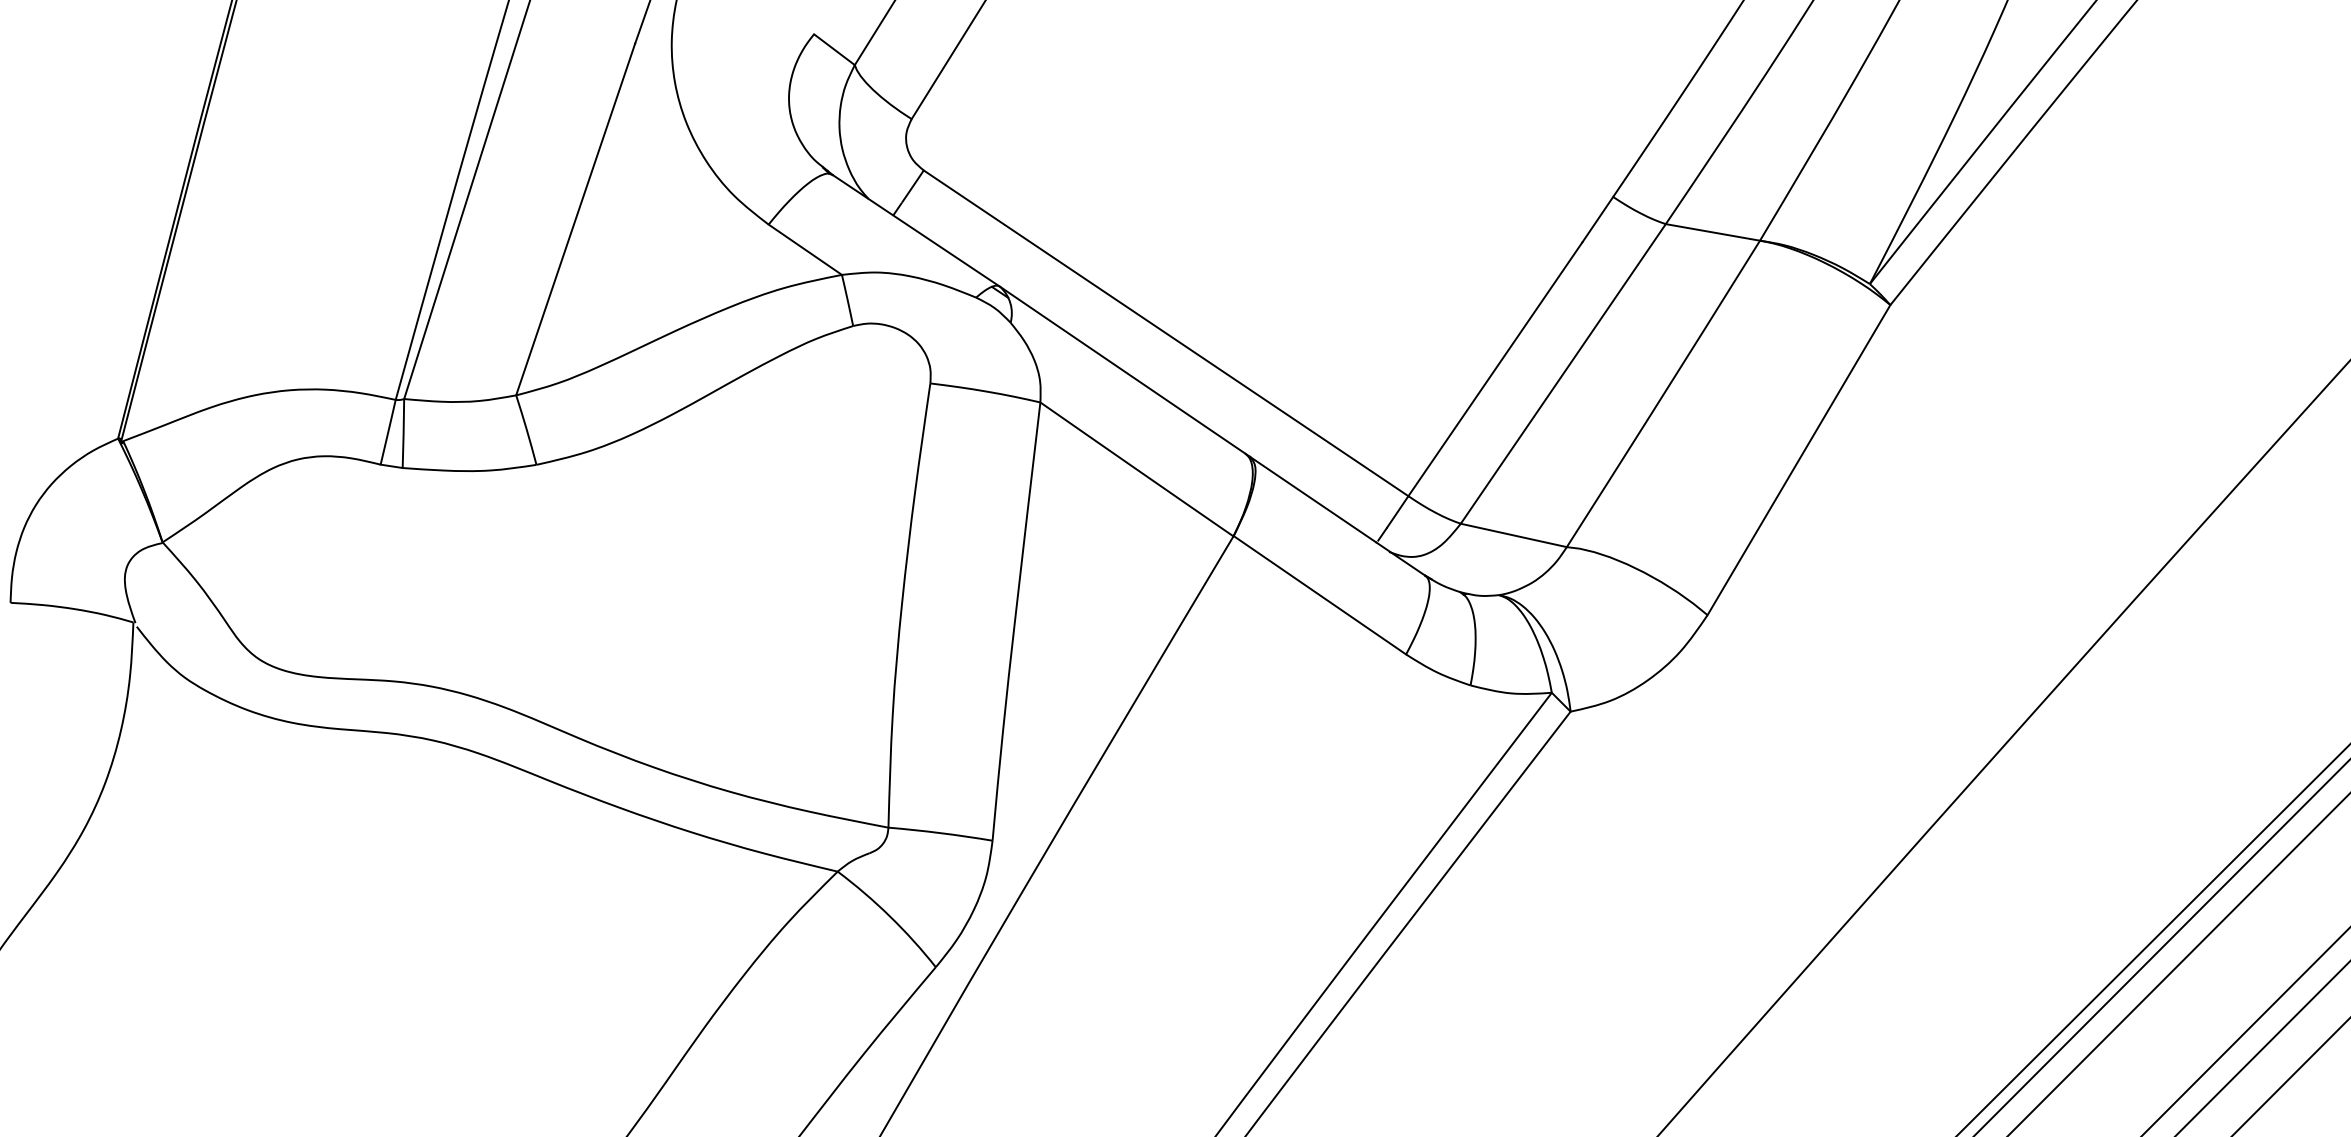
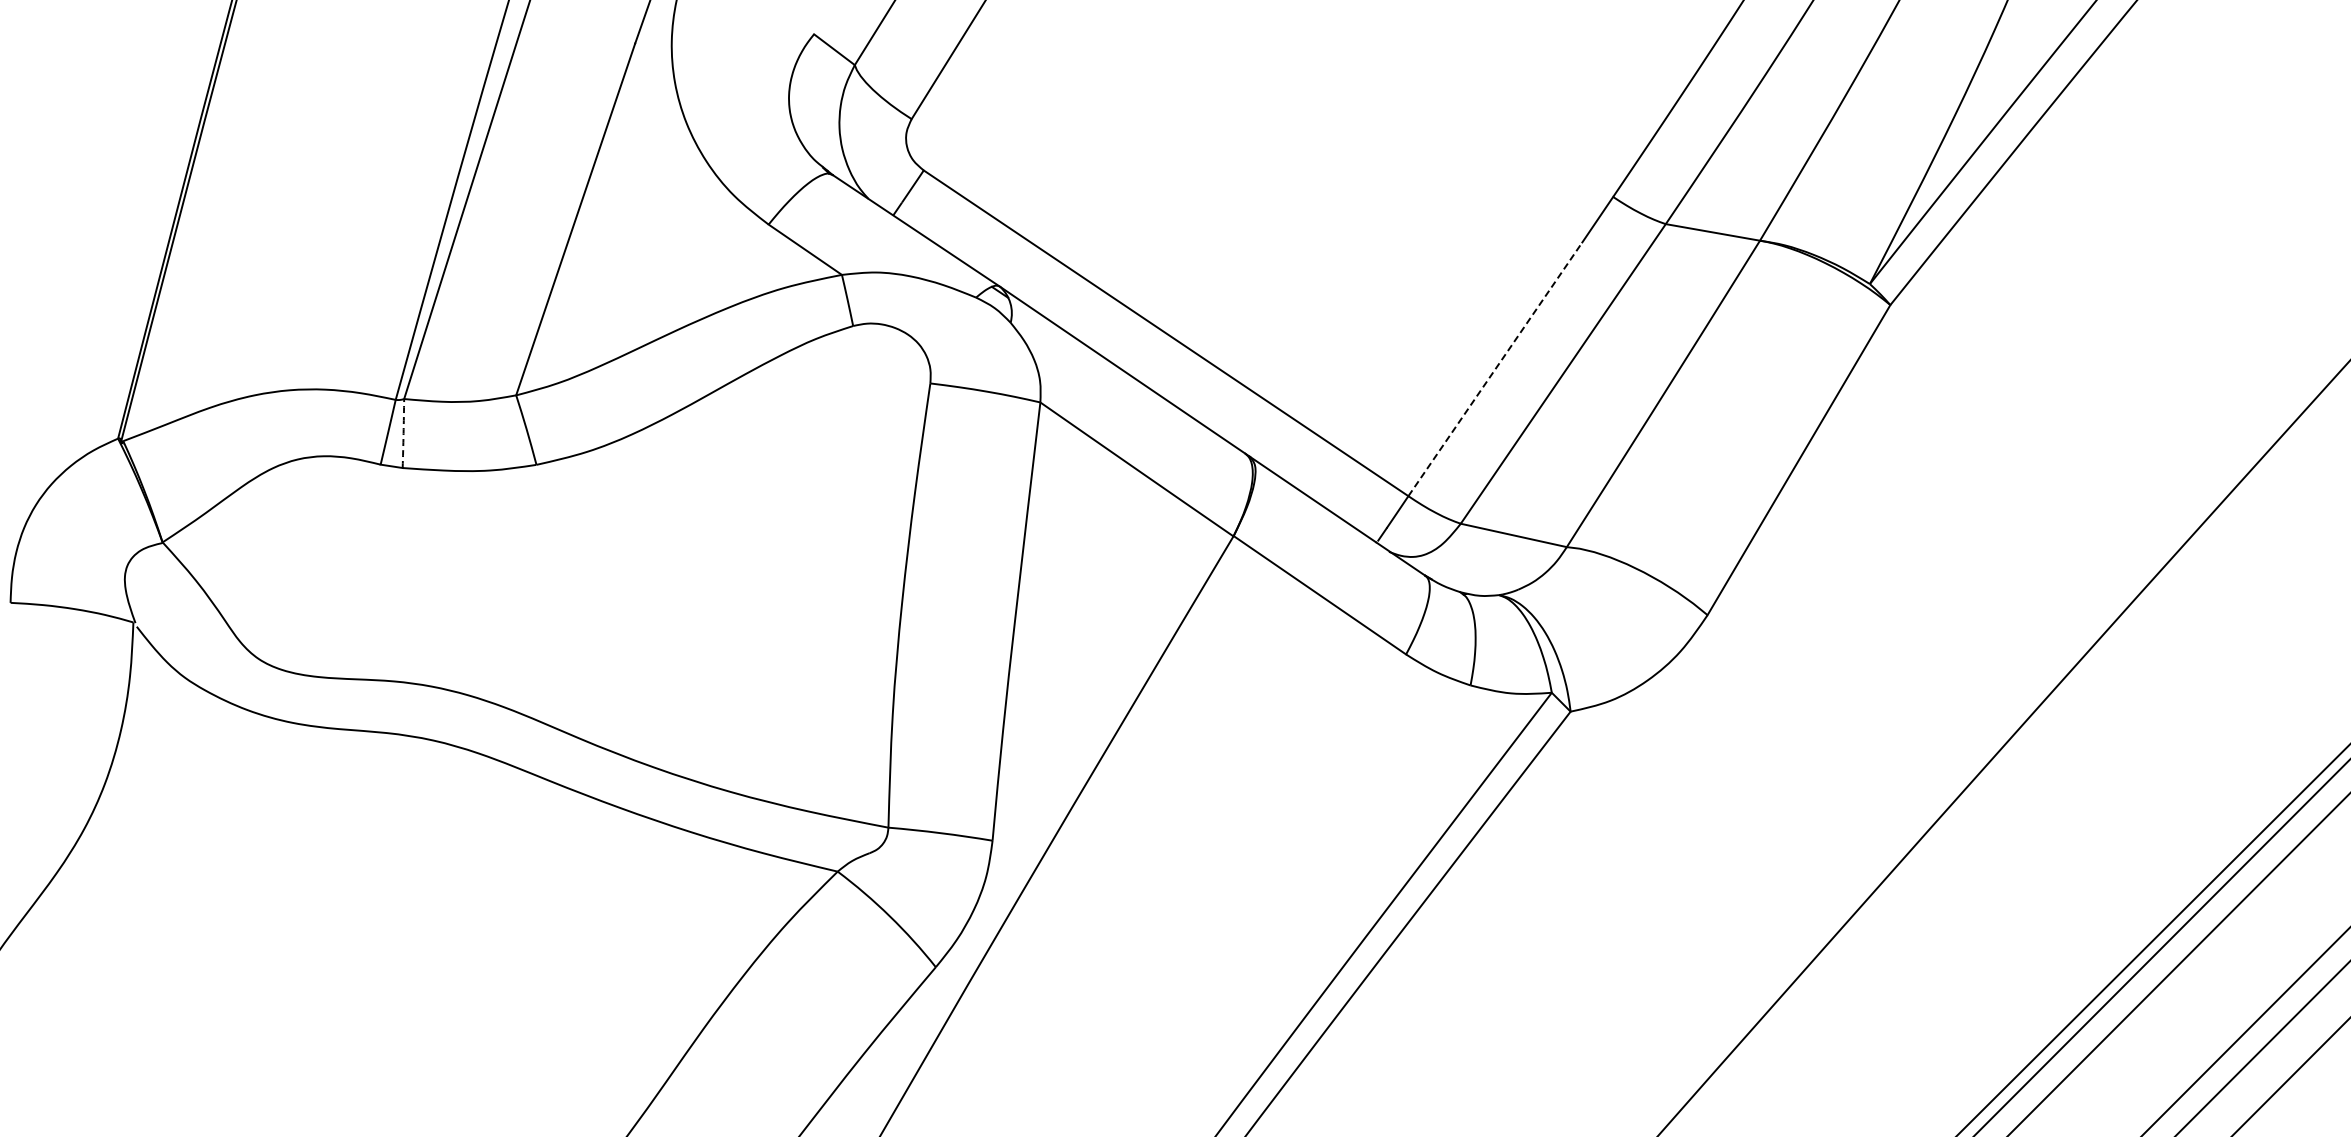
line at (1495, 369): solid -> dashed
arc at (403, 433): solid -> dashed
